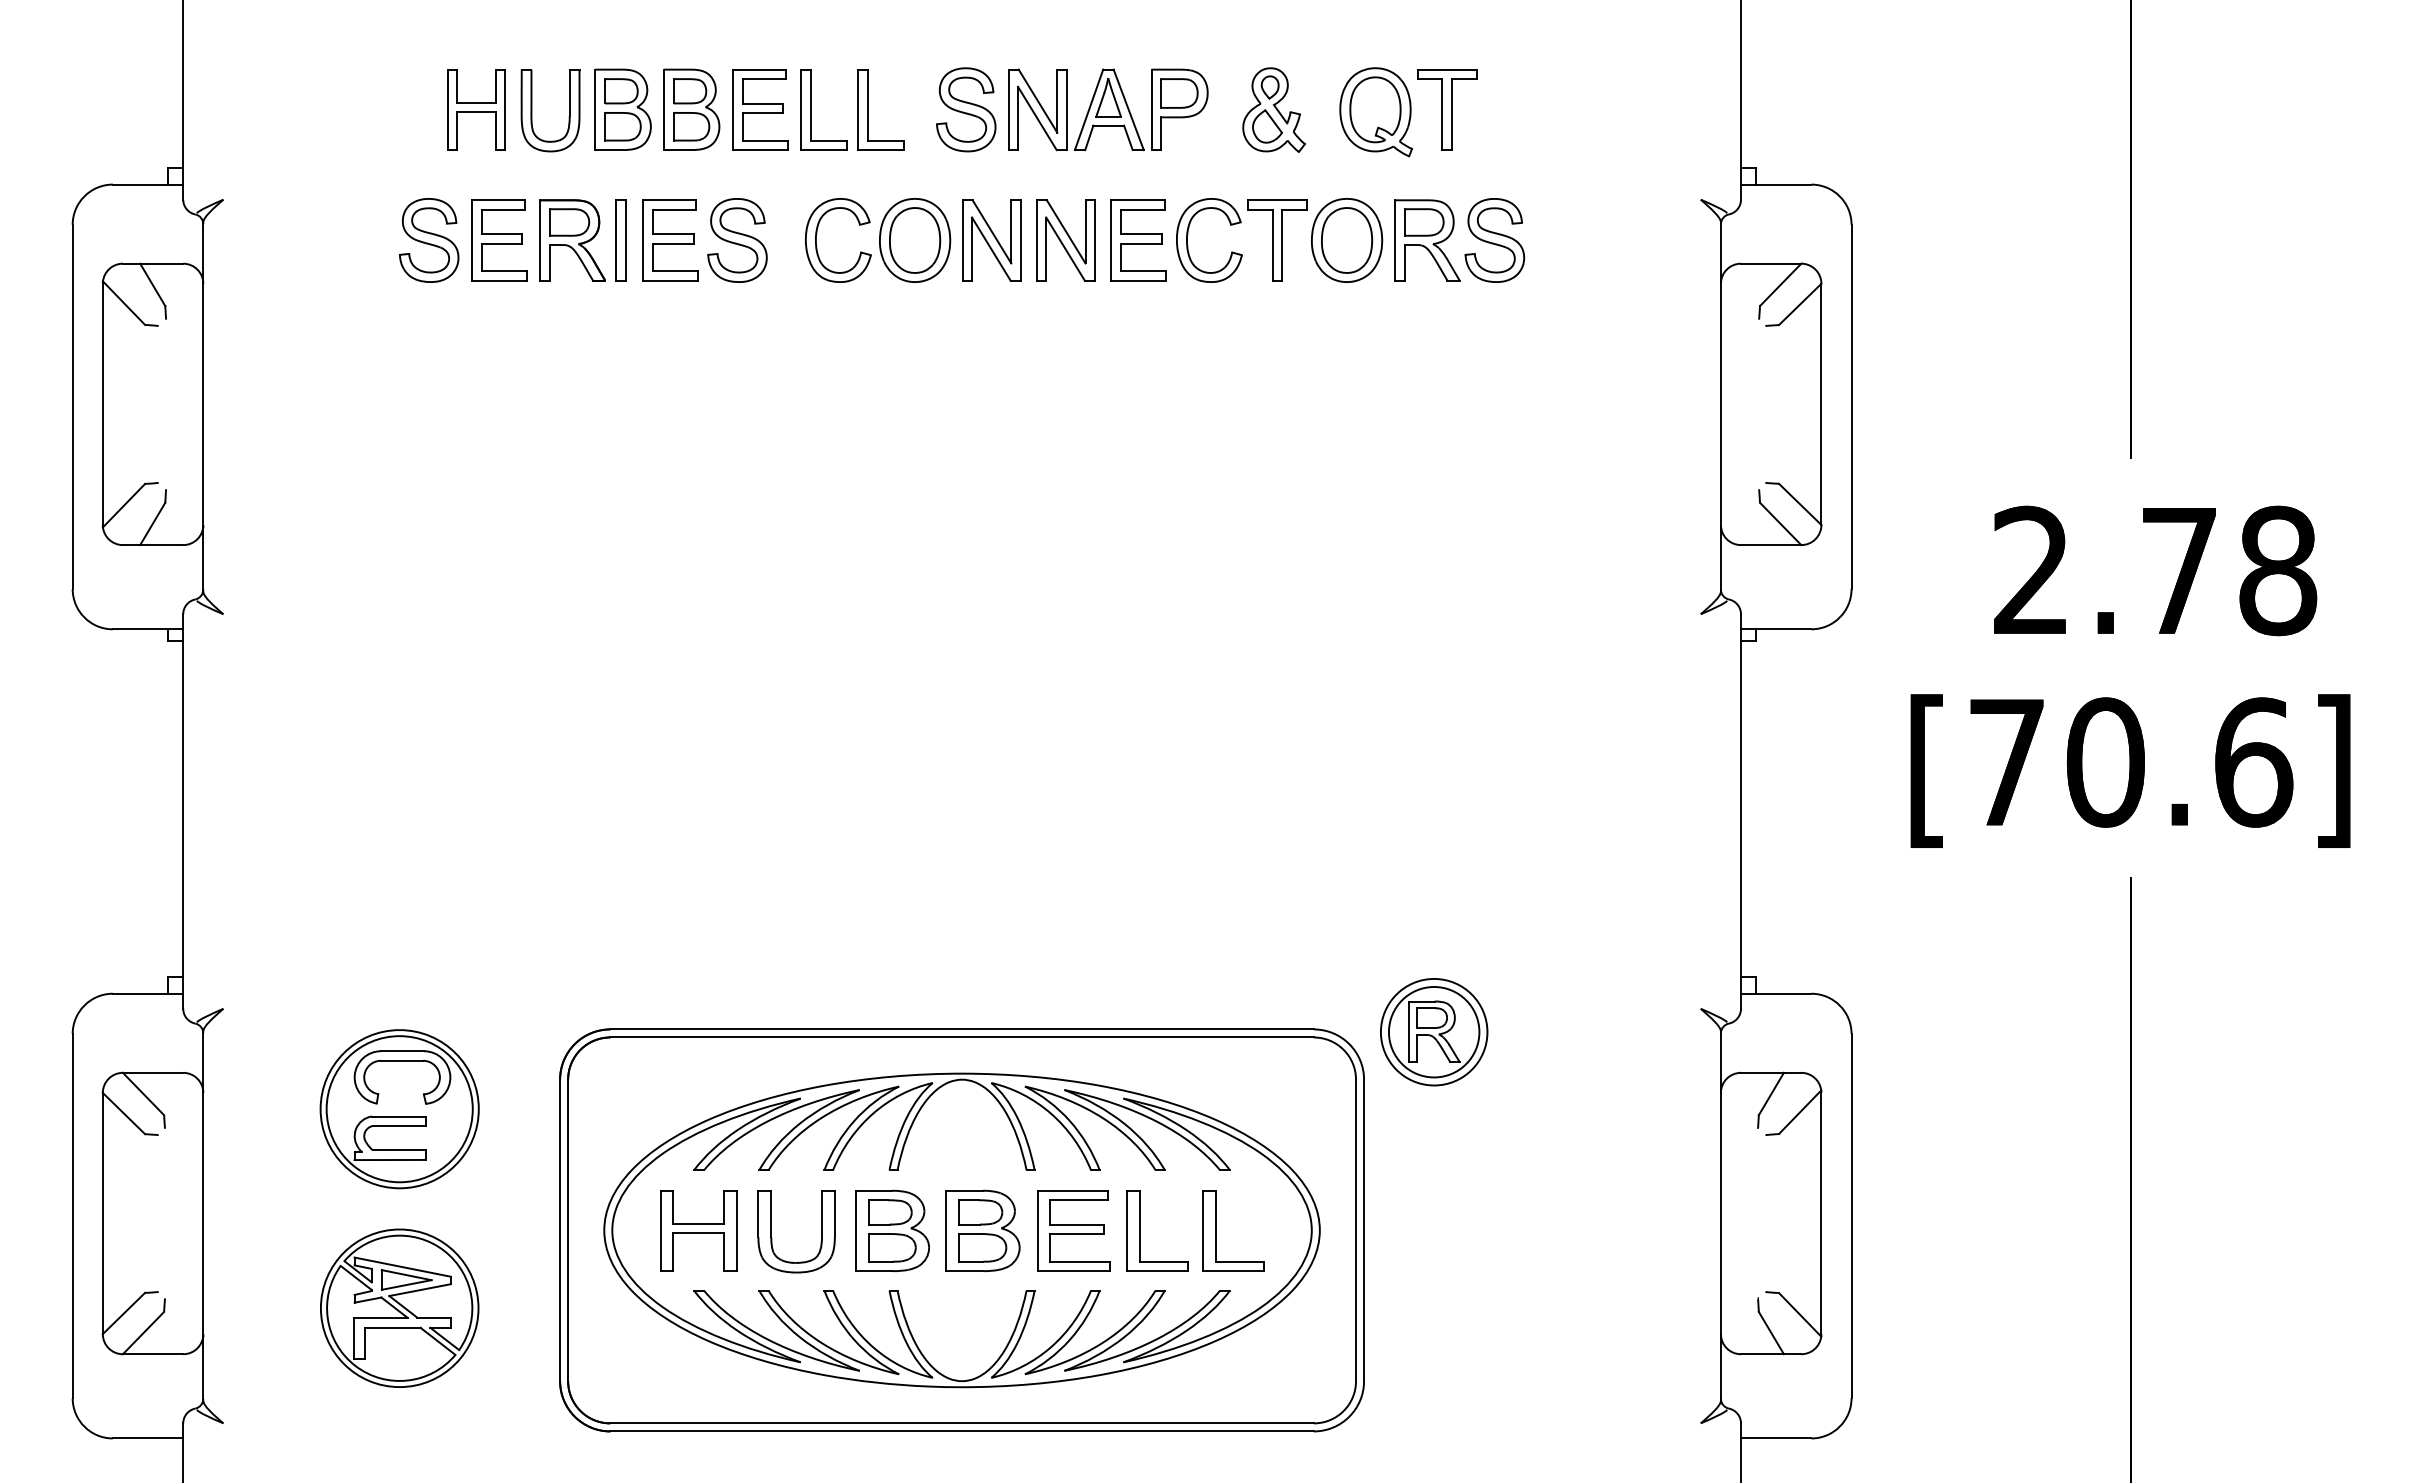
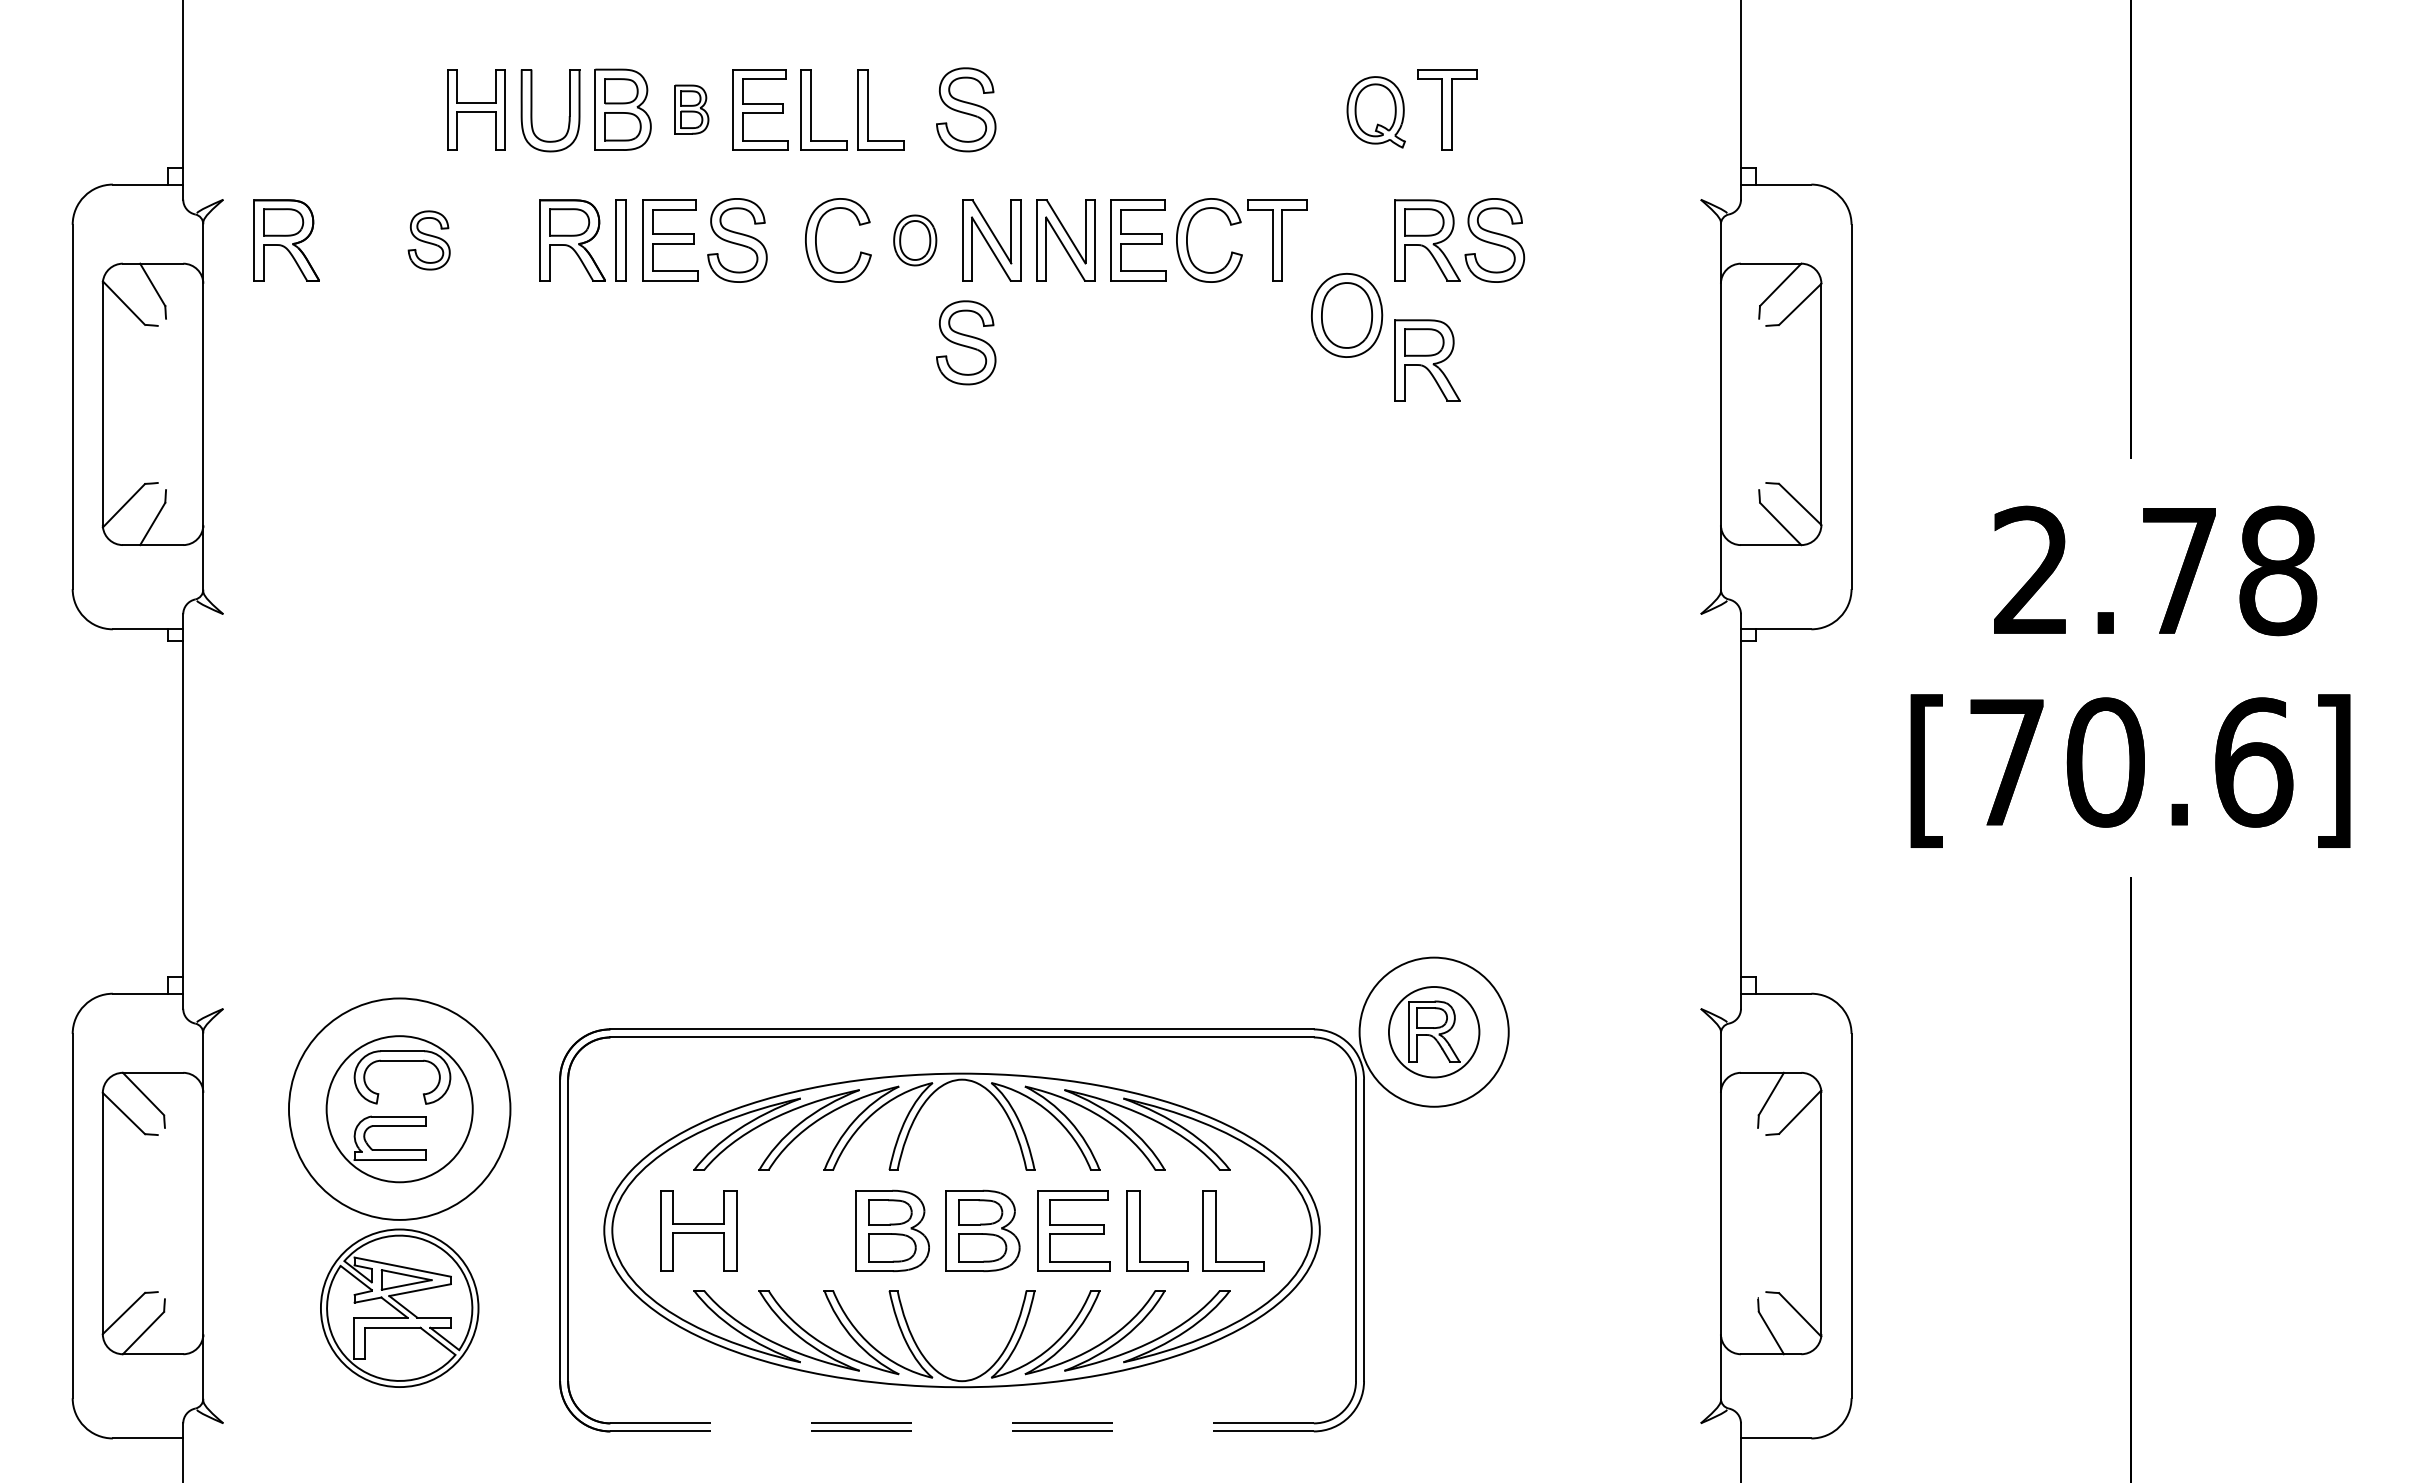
part at (691, 109) size: 58x83 px -> 36x51 px
part at (1108, 109): present -> none
part at (1273, 109): present -> none
part at (1376, 112) size: 75x91 px -> 60x73 px
part at (286, 240): none -> present
part at (429, 240) size: 61x85 px -> 44x61 px
part at (499, 240): present -> none
part at (915, 240) size: 73x85 px -> 45x53 px
part at (1347, 240) position: (1347, 240) -> (1347, 315)
part at (966, 342): none -> present
part at (1427, 360): none -> present
circle at (1433, 1031) diameter: 107 px -> 149 px
circle at (399, 1109) diameter: 158 px -> 221 px
part at (772, 1237): present -> none
line at (962, 1423): solid -> dashed
line at (962, 1431): solid -> dashed
